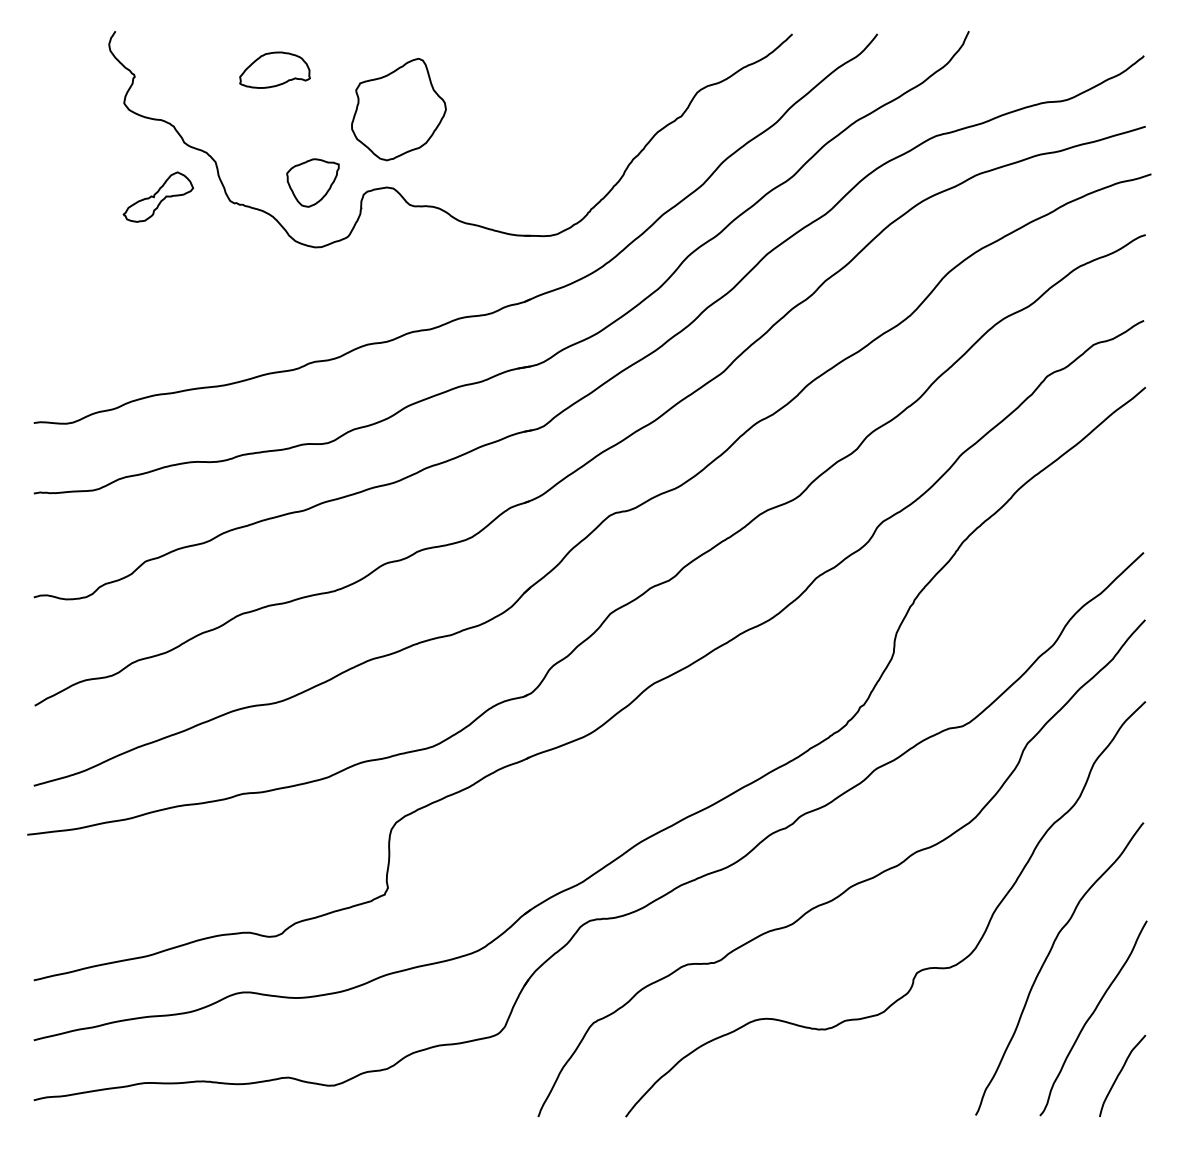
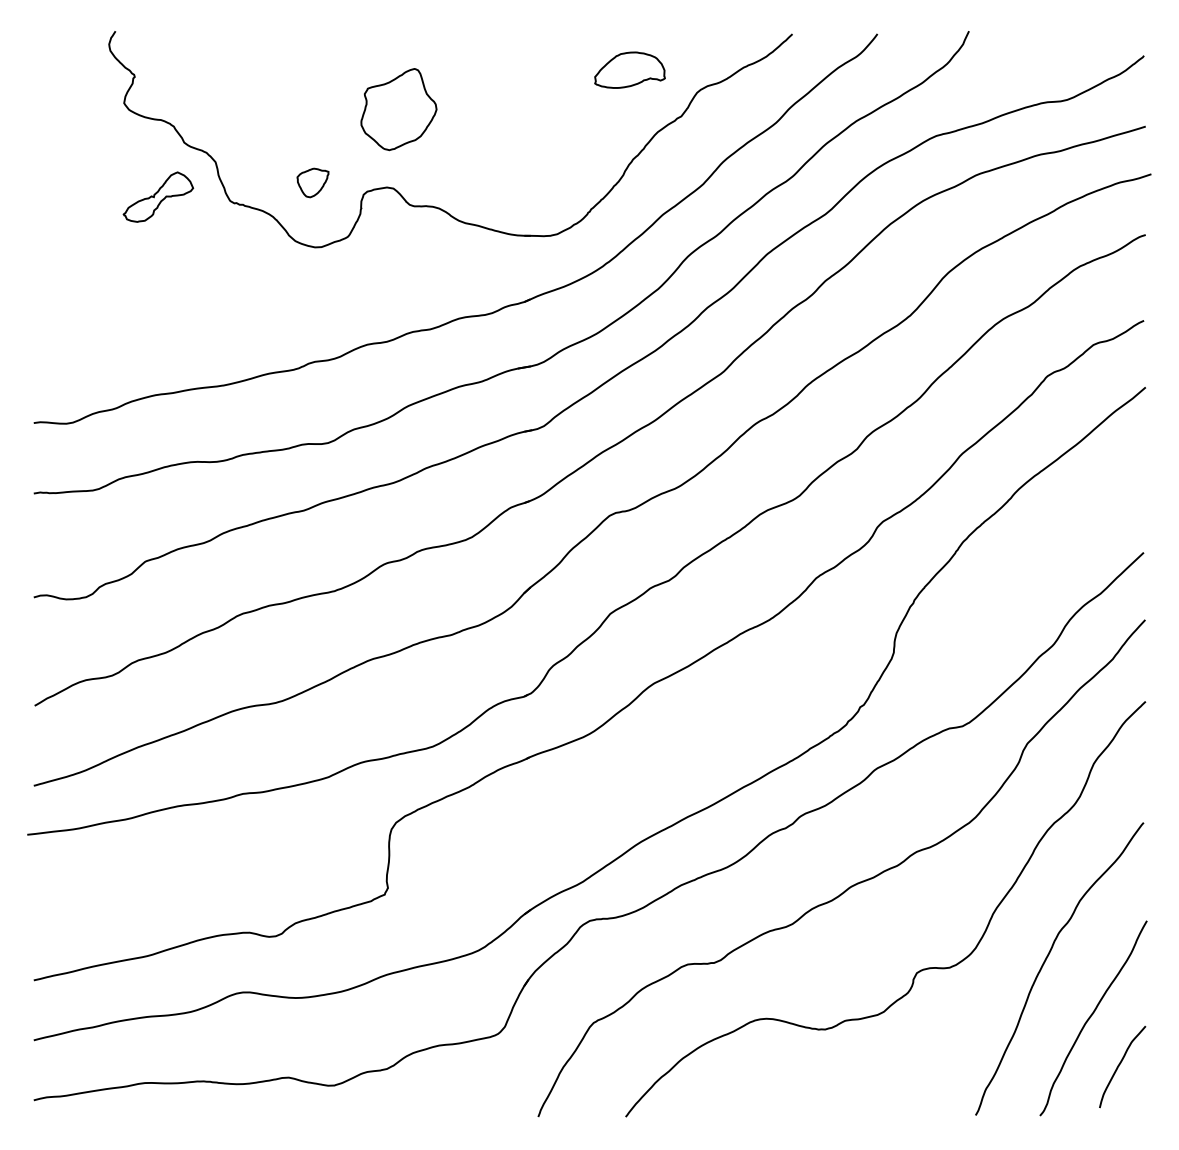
part at (274, 69) position: (274, 69) -> (629, 69)
part at (398, 109) size: 96x105 px -> 78x84 px
part at (312, 182) size: 54x50 px -> 34x32 px
curve at (1120, 1073) position: (1120, 1073) -> (1120, 1064)
